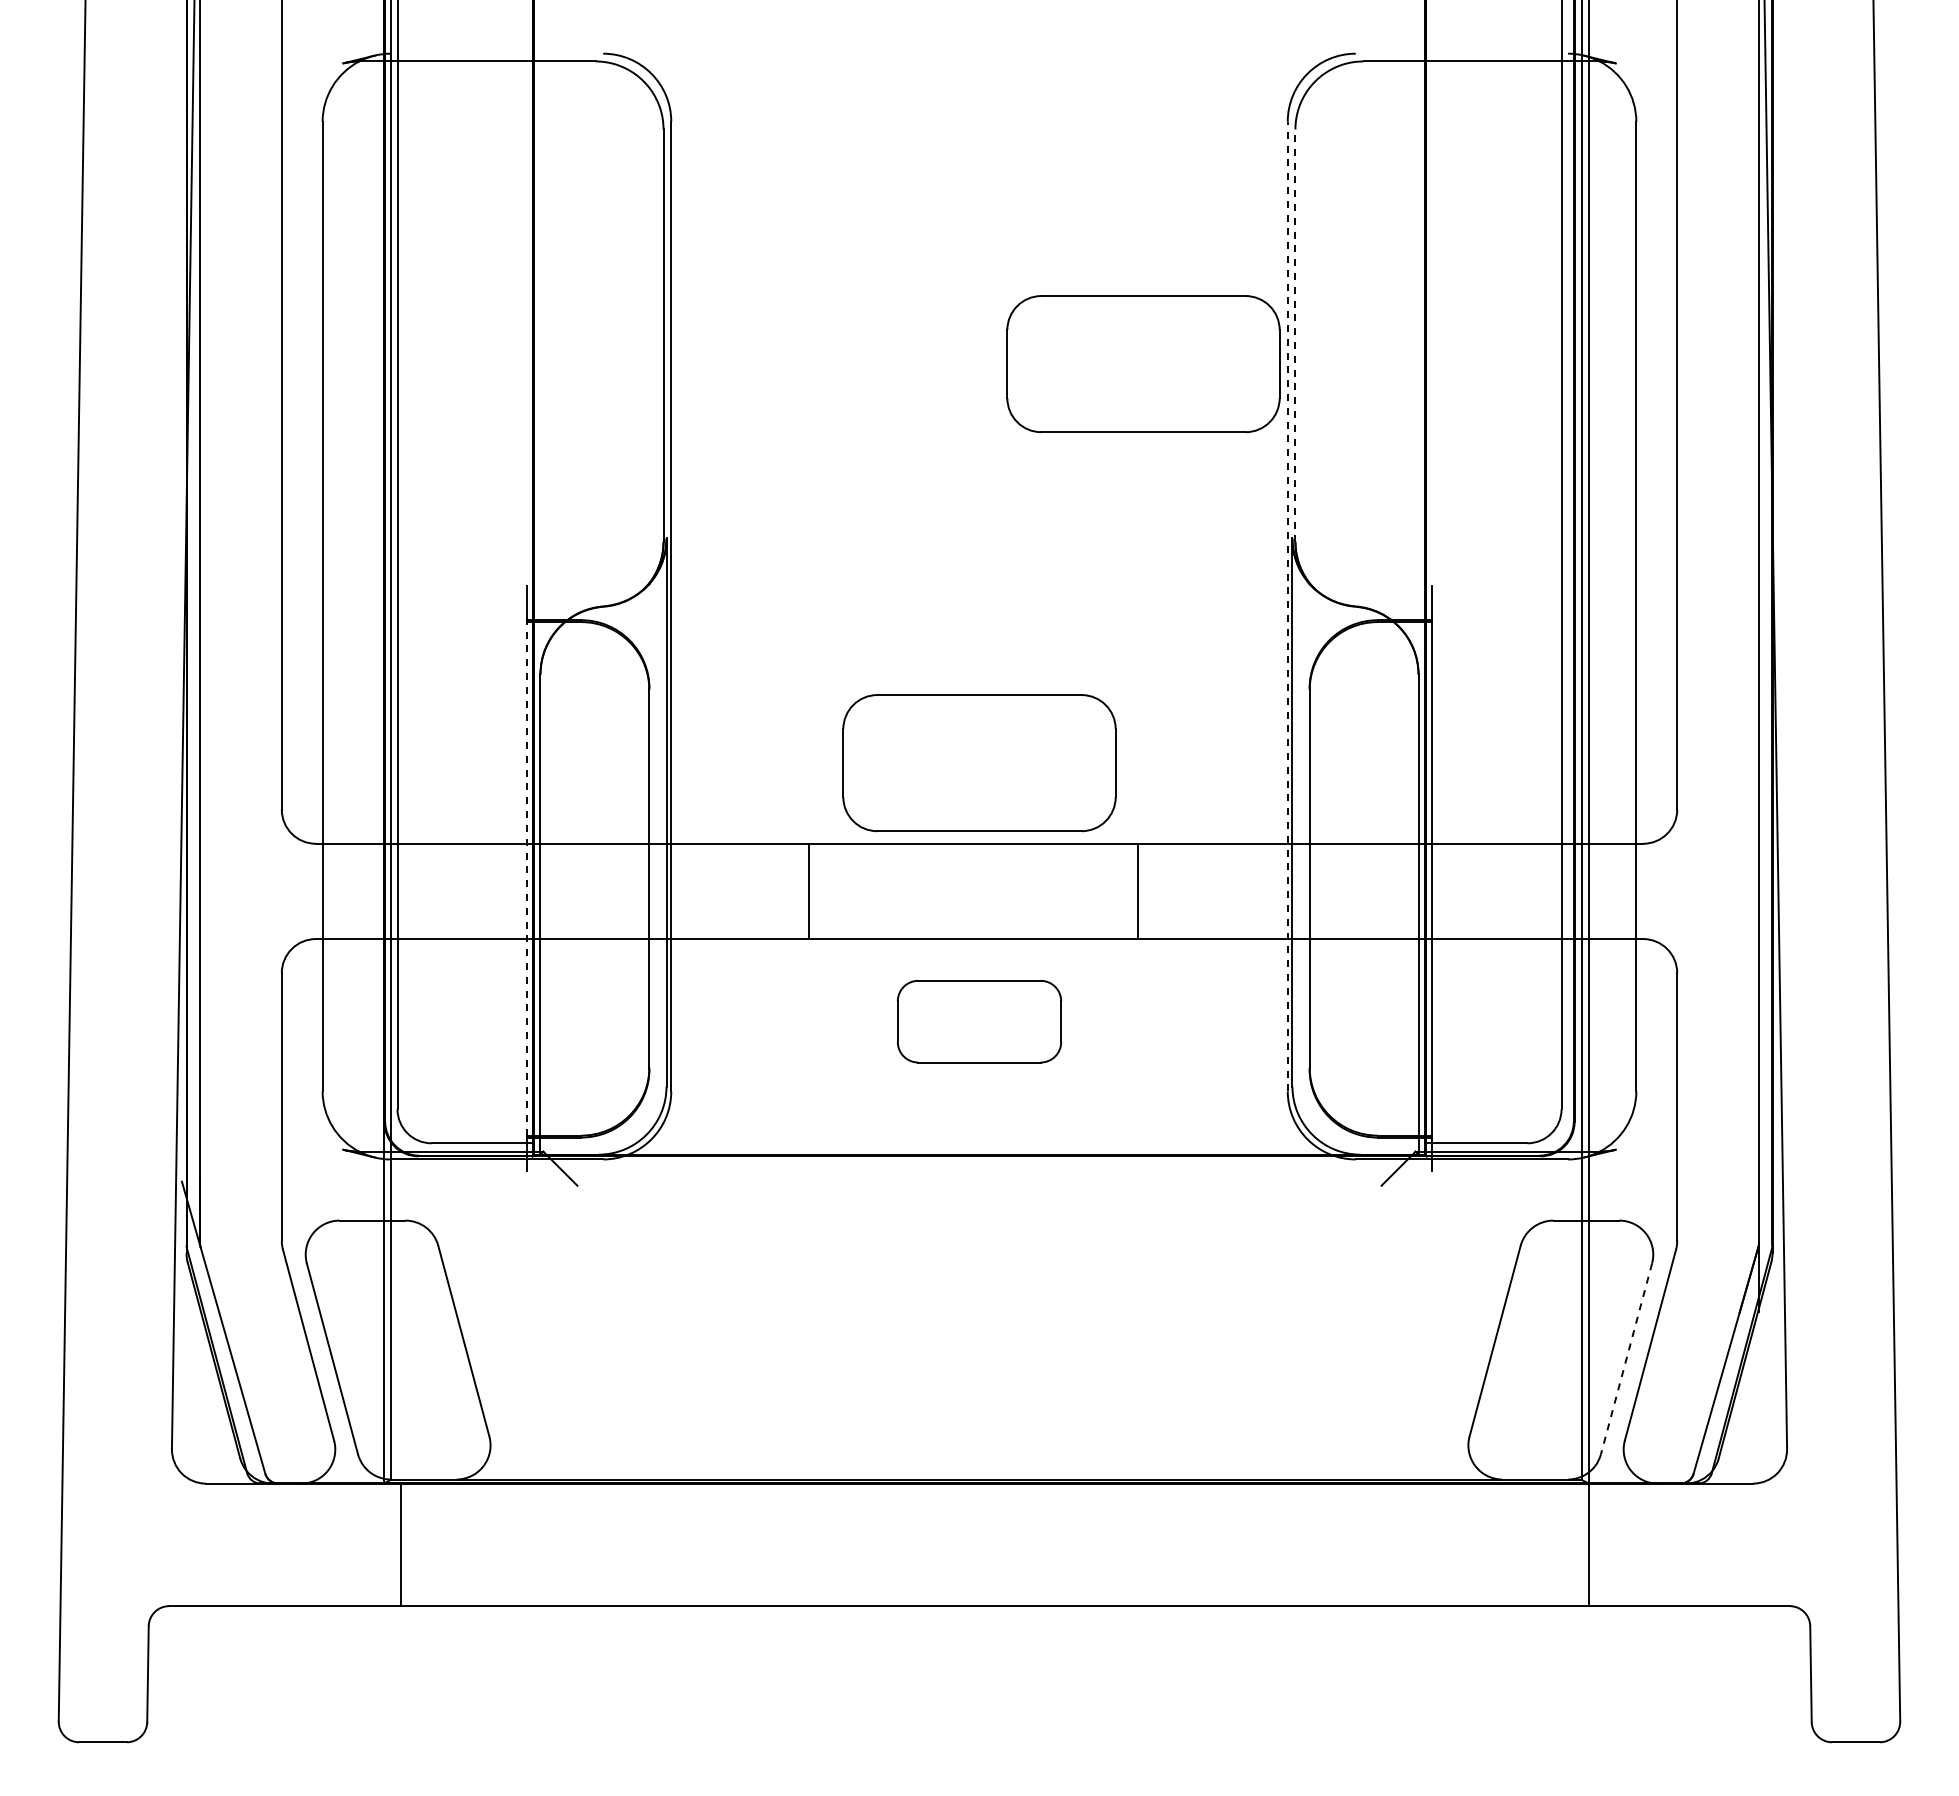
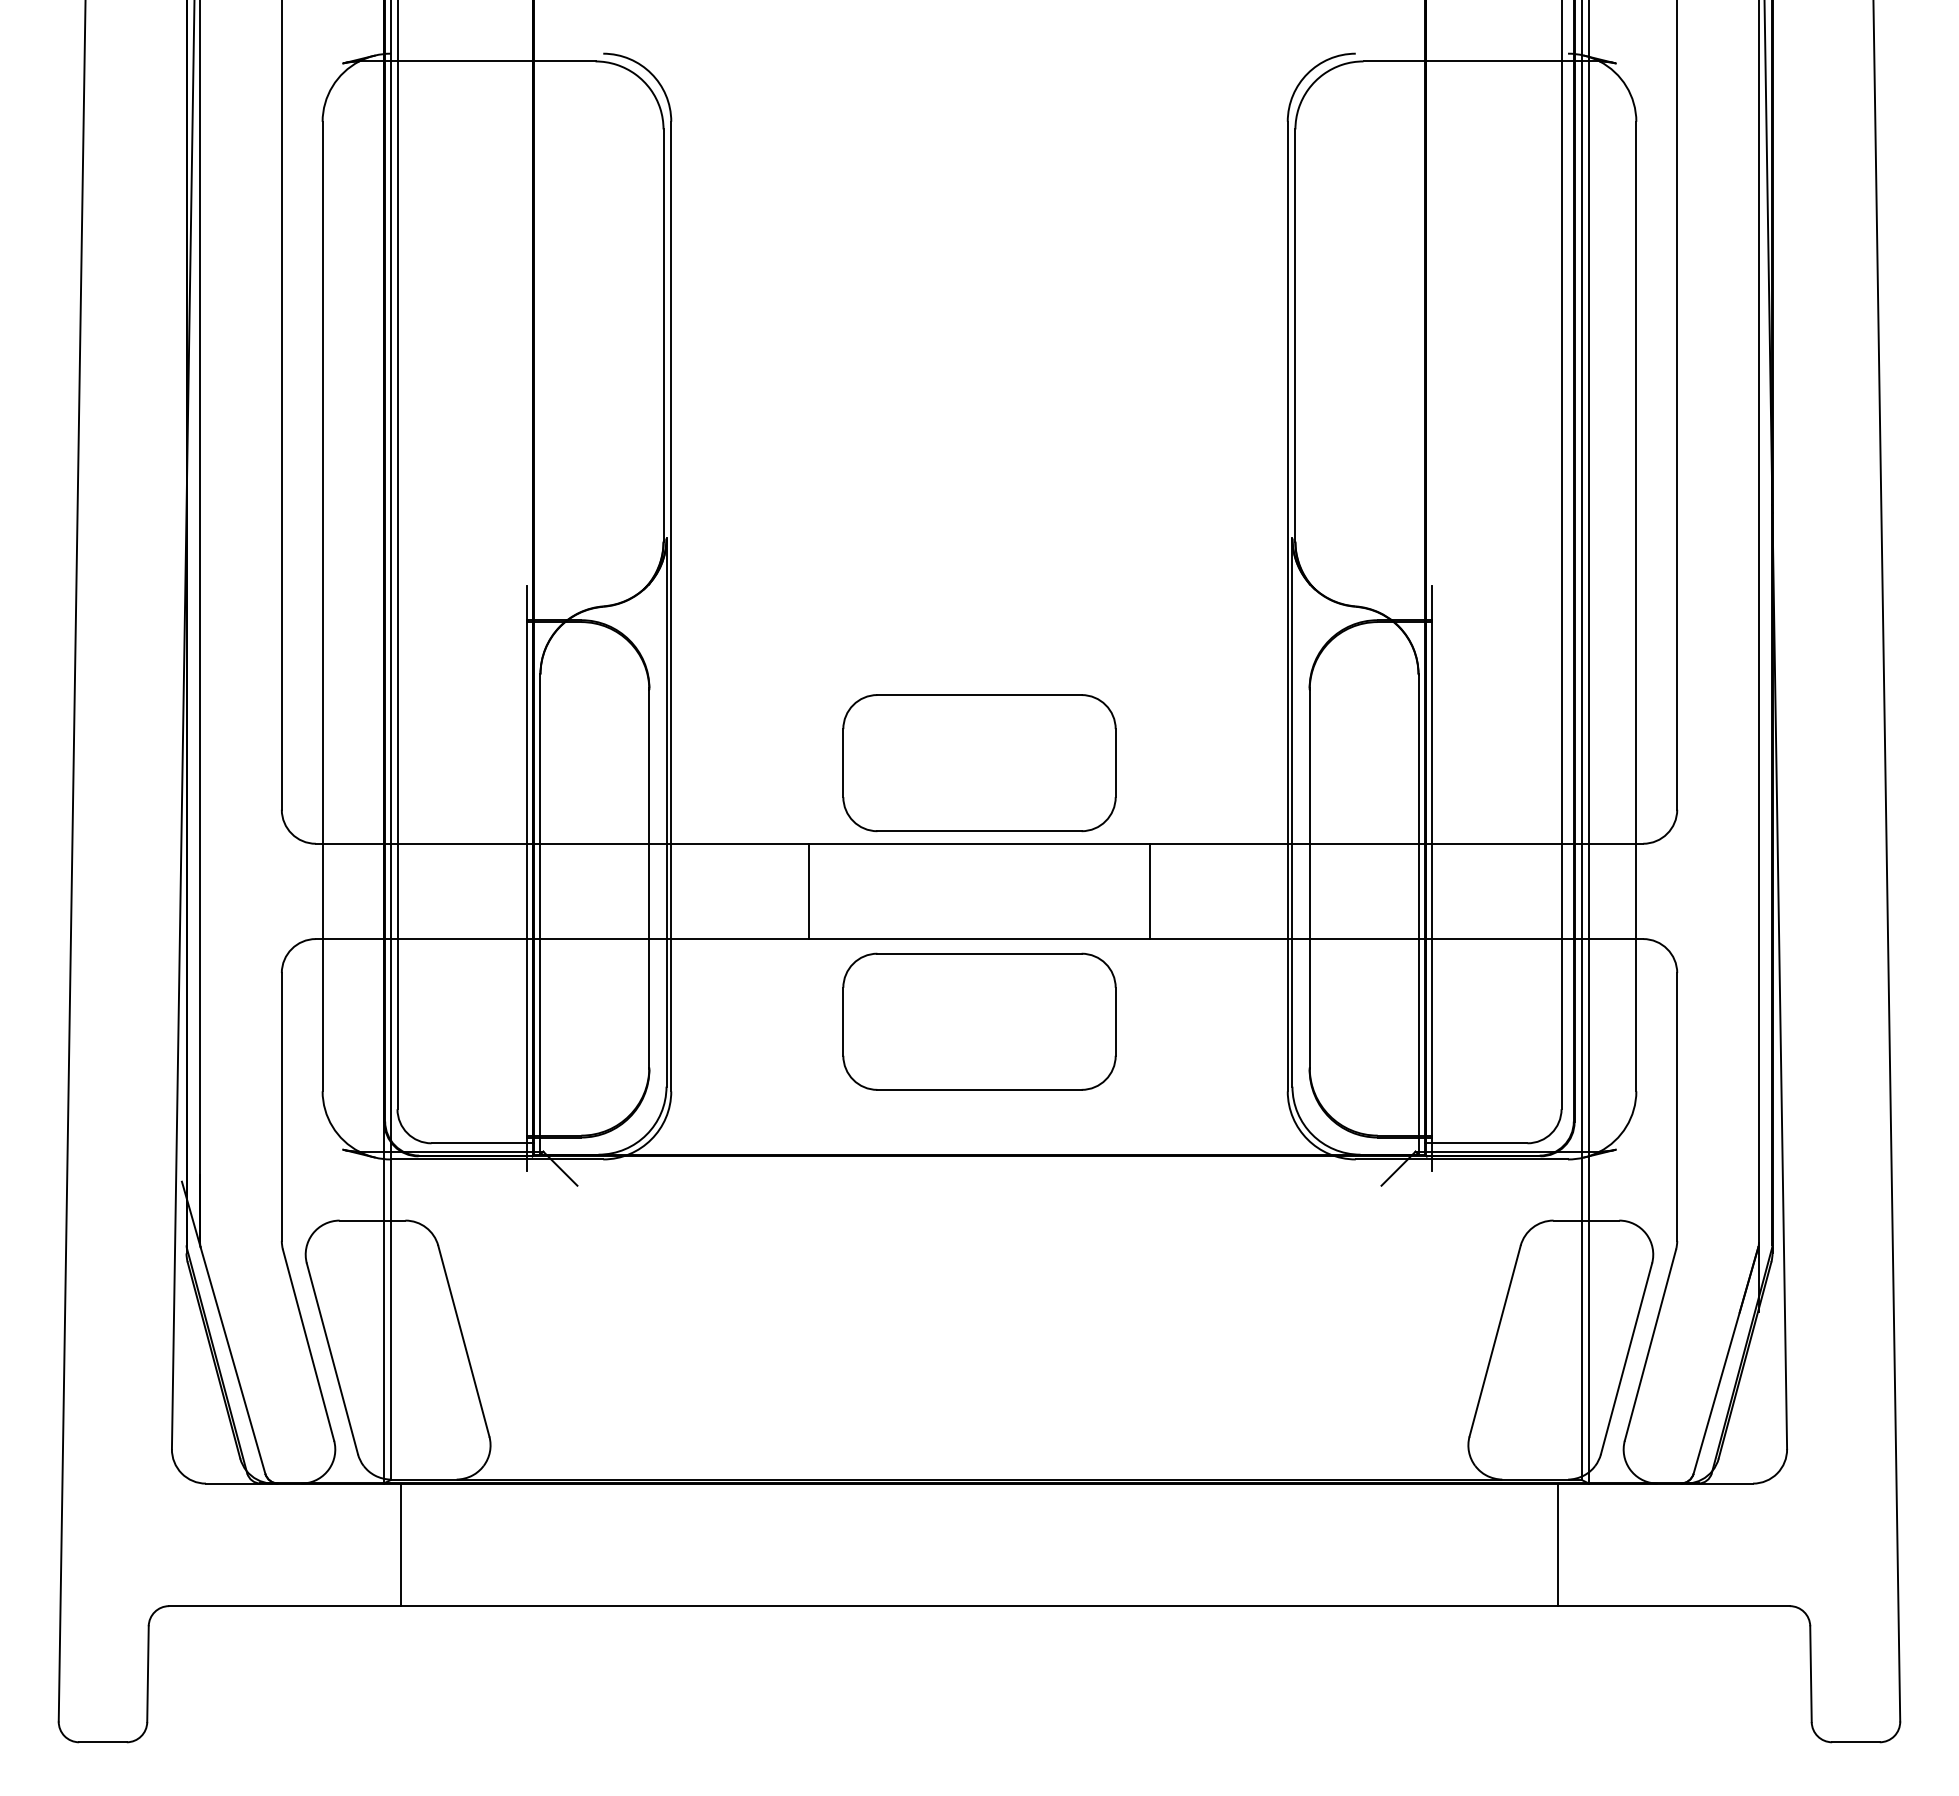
line at (1295, 335): dashed -> solid
part at (1143, 364): present -> none
line at (1287, 606): dashed -> solid
line at (526, 878): dashed -> solid
line at (1137, 891) position: (1137, 891) -> (1149, 891)
part at (979, 1021) size: 167x84 px -> 275x139 px
line at (1626, 1358): dashed -> solid
line at (1589, 1544) position: (1589, 1544) -> (1558, 1544)
